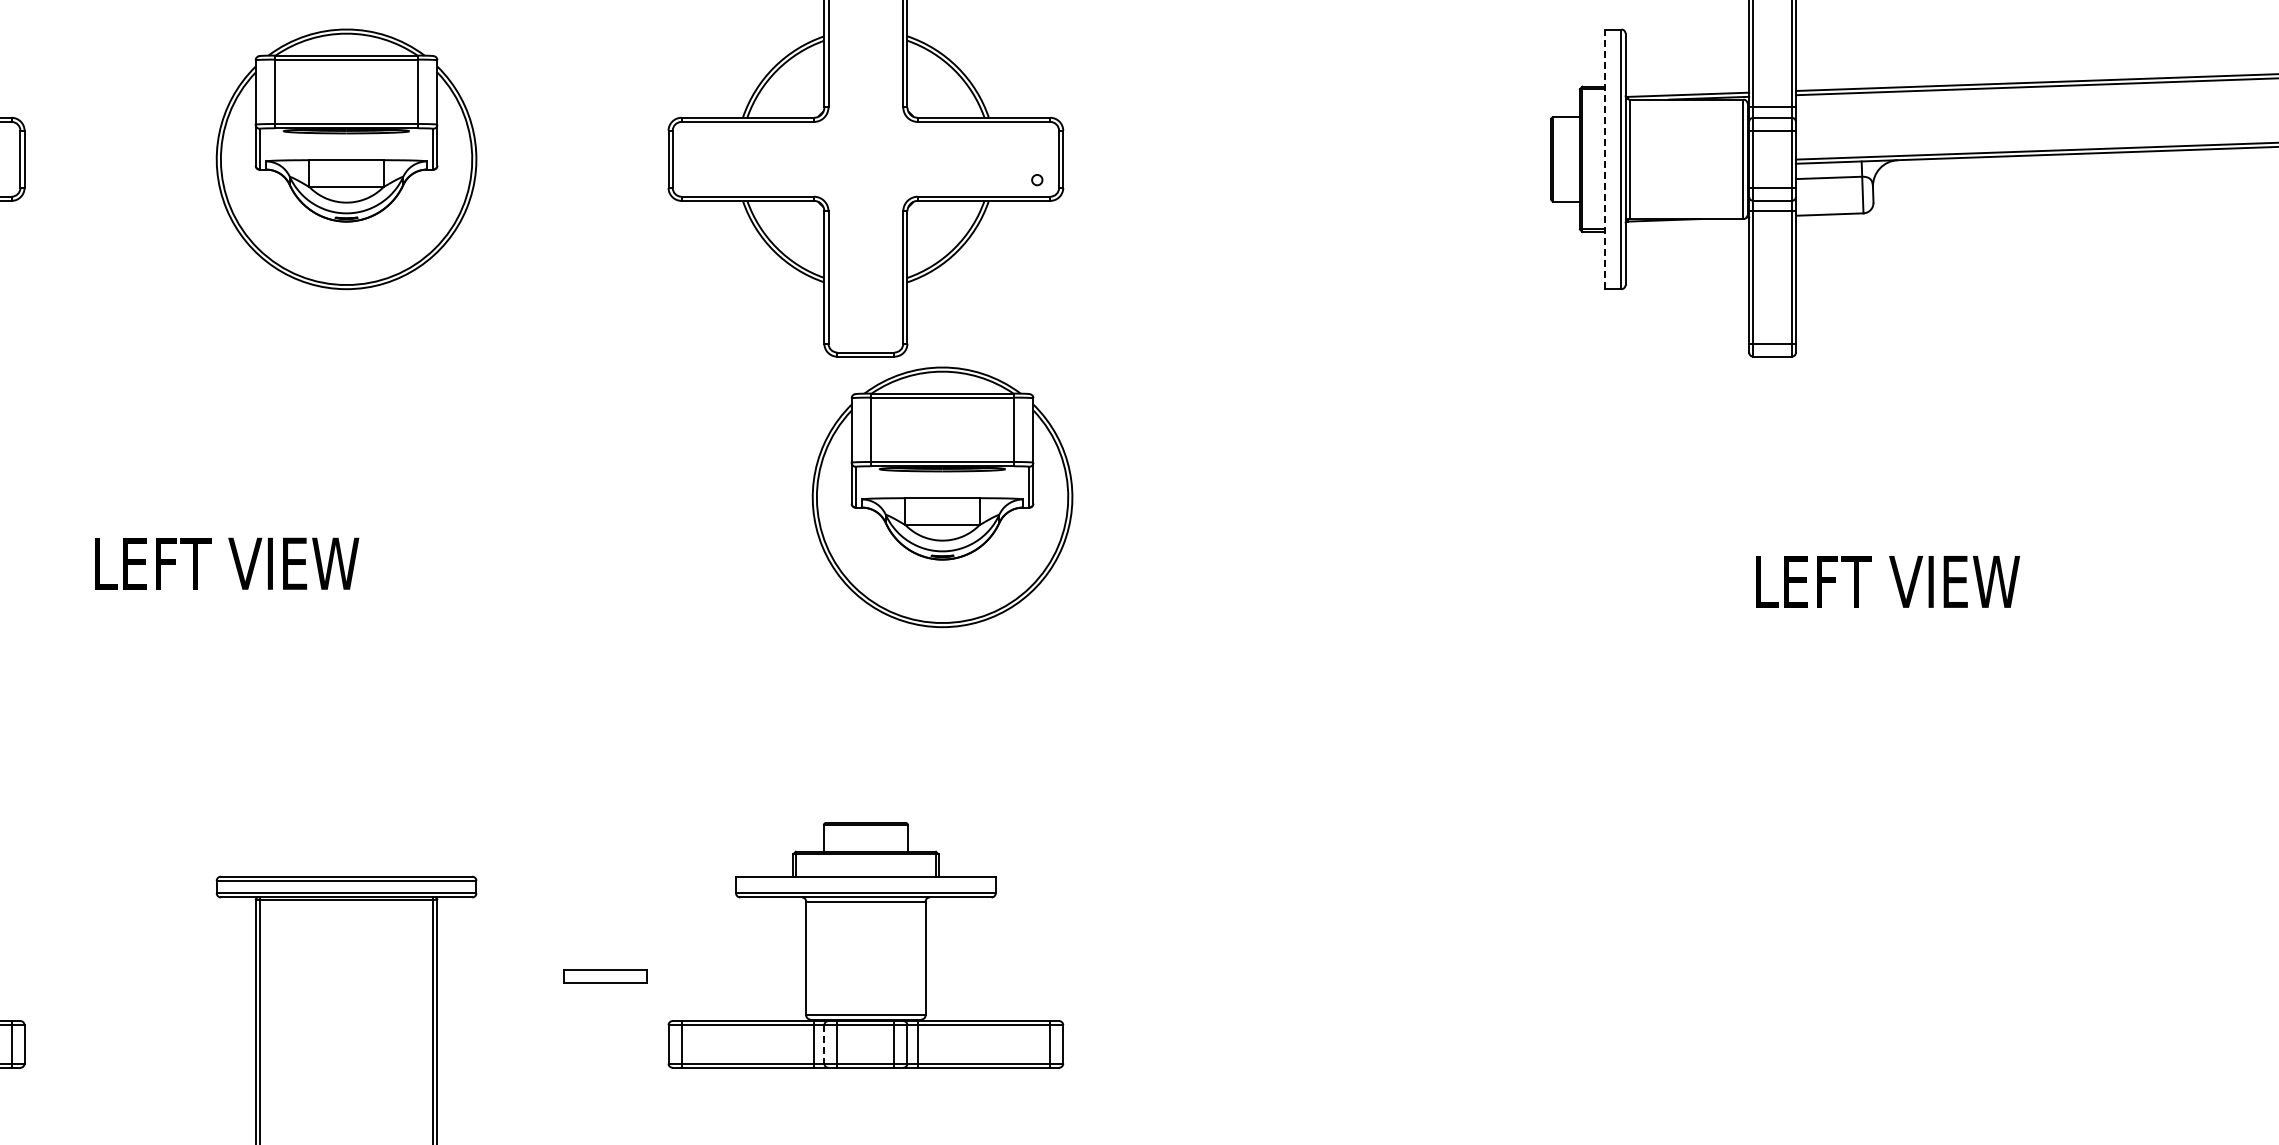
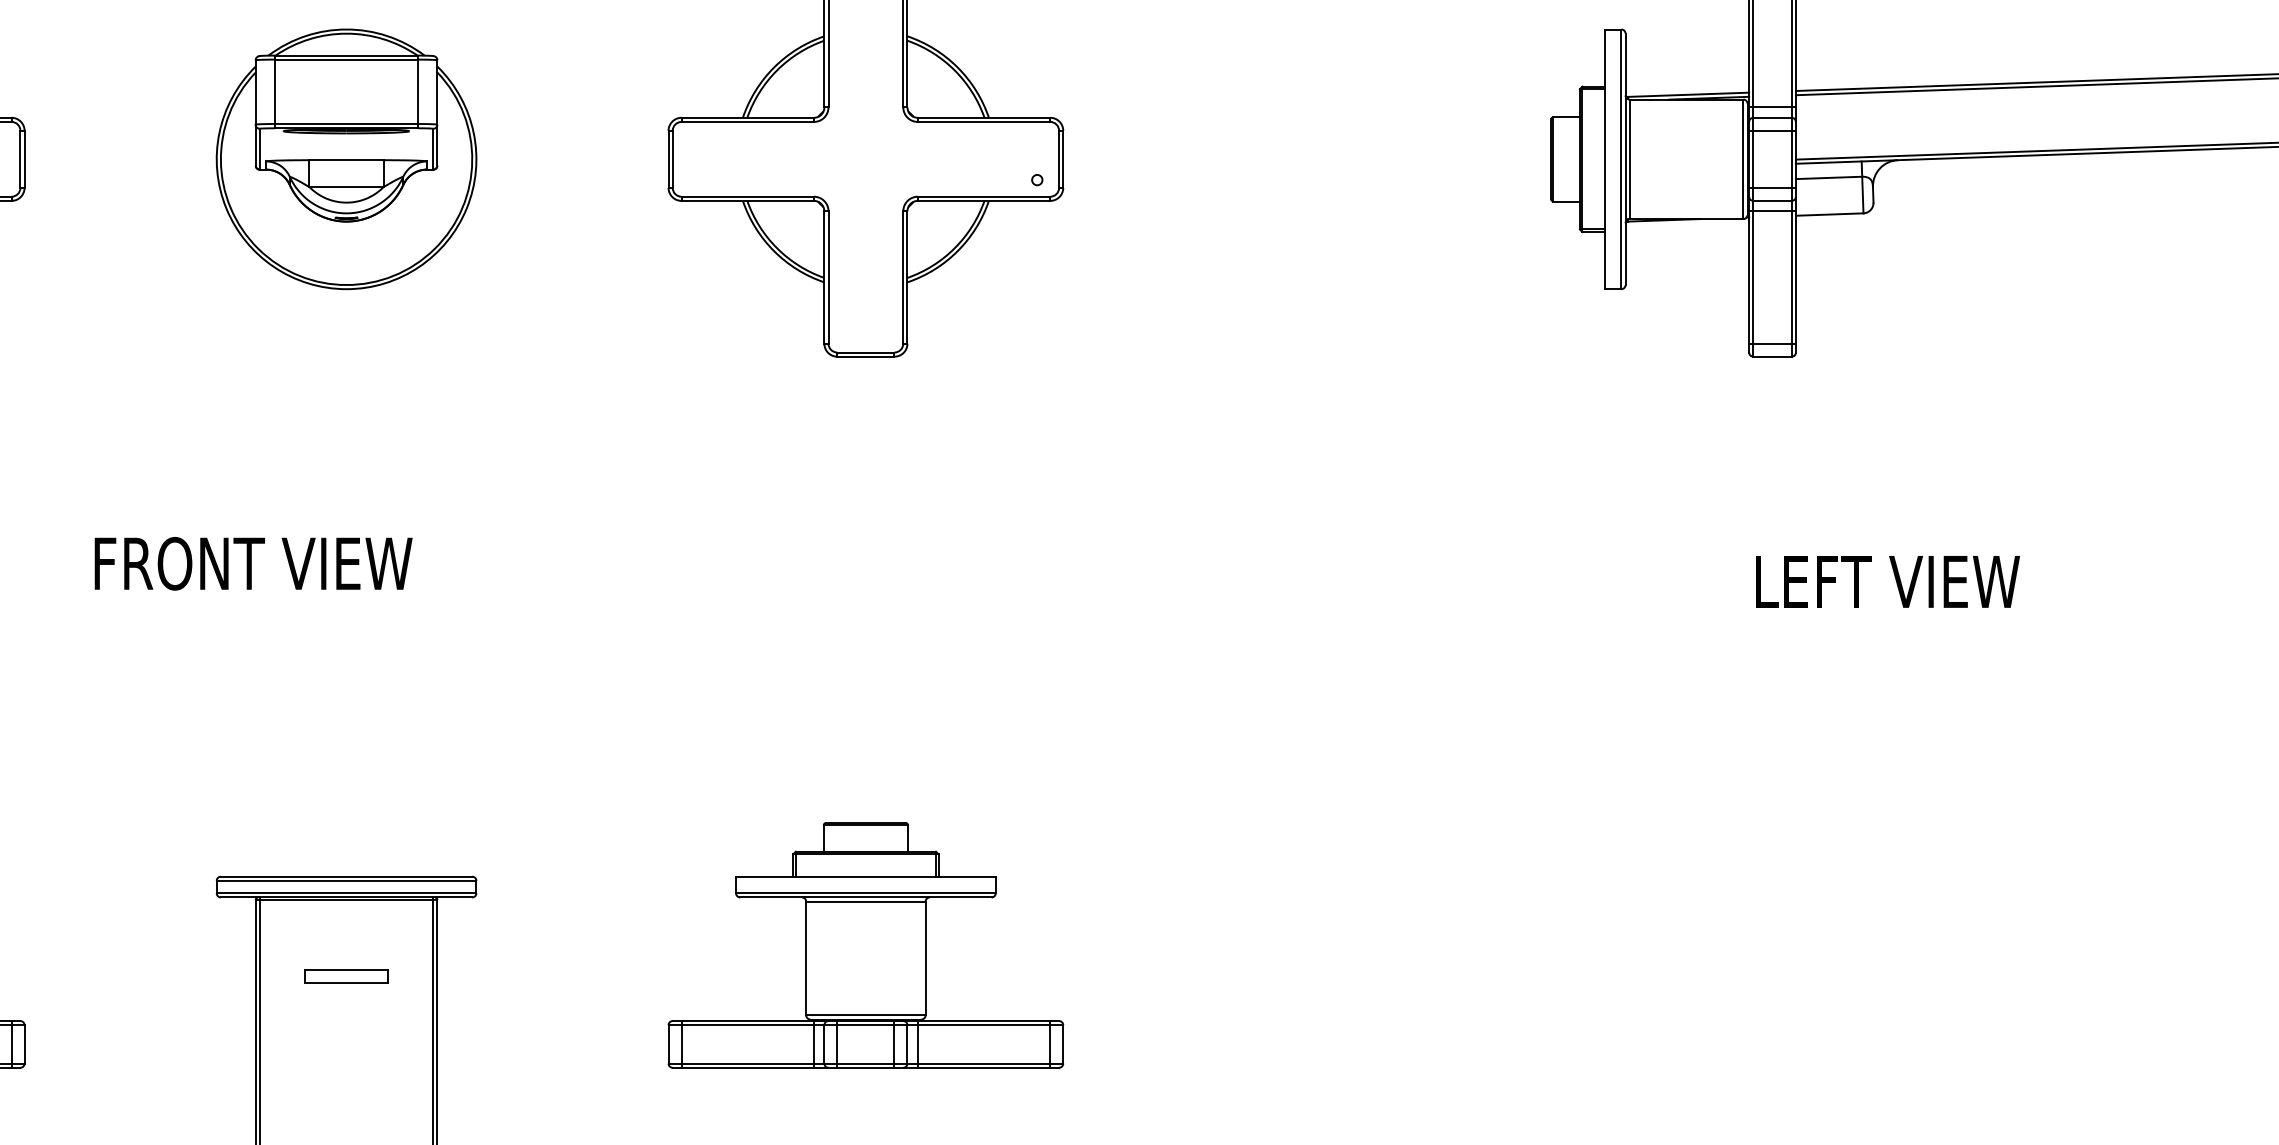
line at (1604, 159): dashed -> solid
part at (942, 497): present -> none
text at (253, 563): LEFT VIEW -> FRONT VIEW
part at (605, 976) position: (605, 976) -> (346, 976)
line at (824, 1044): dashed -> solid
